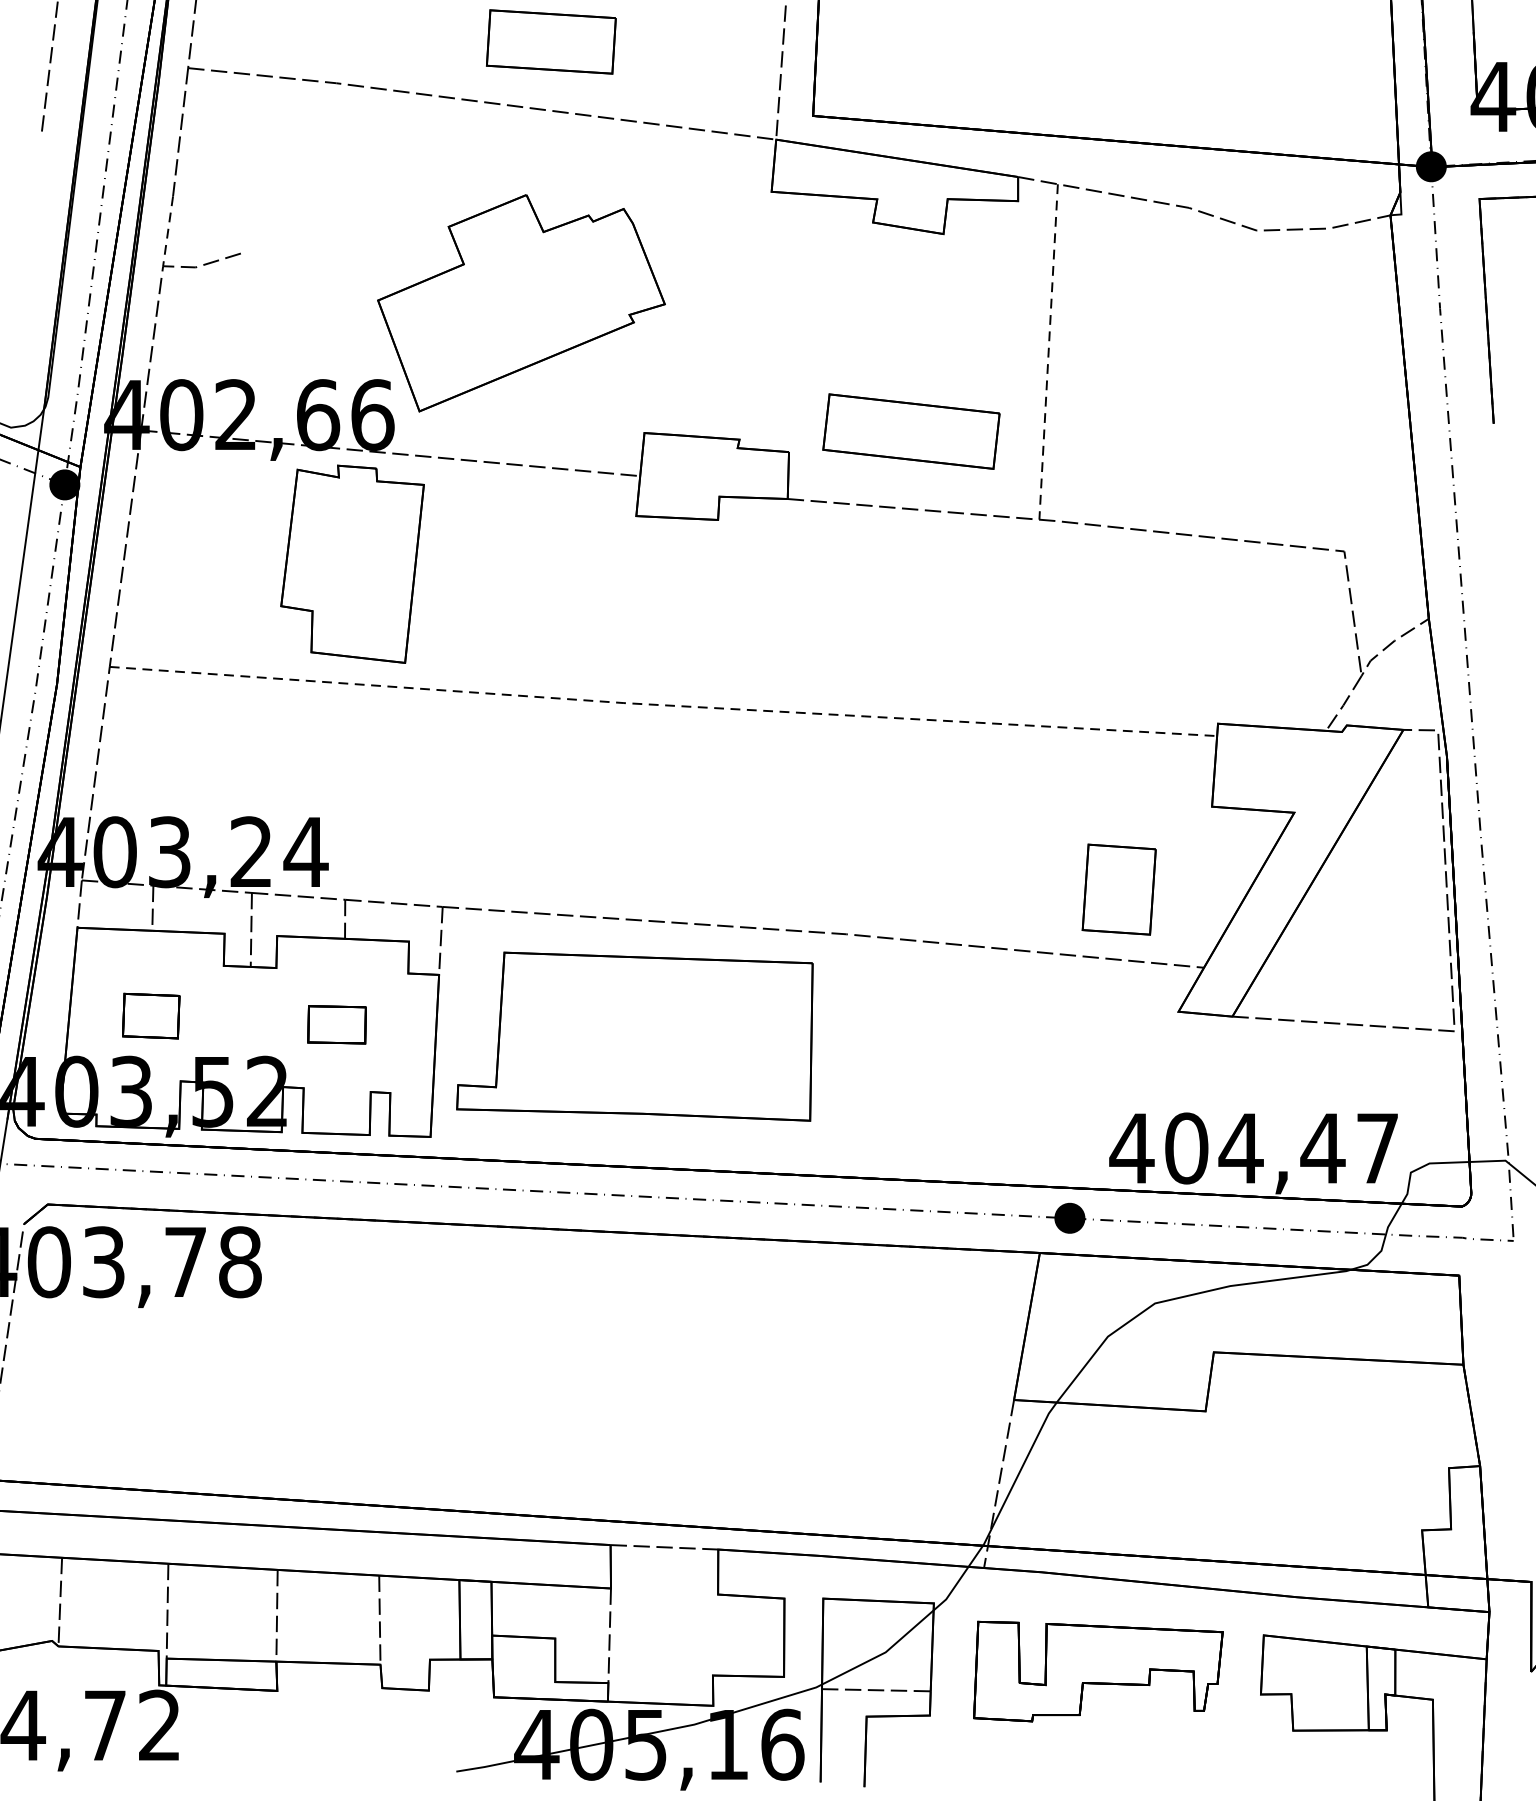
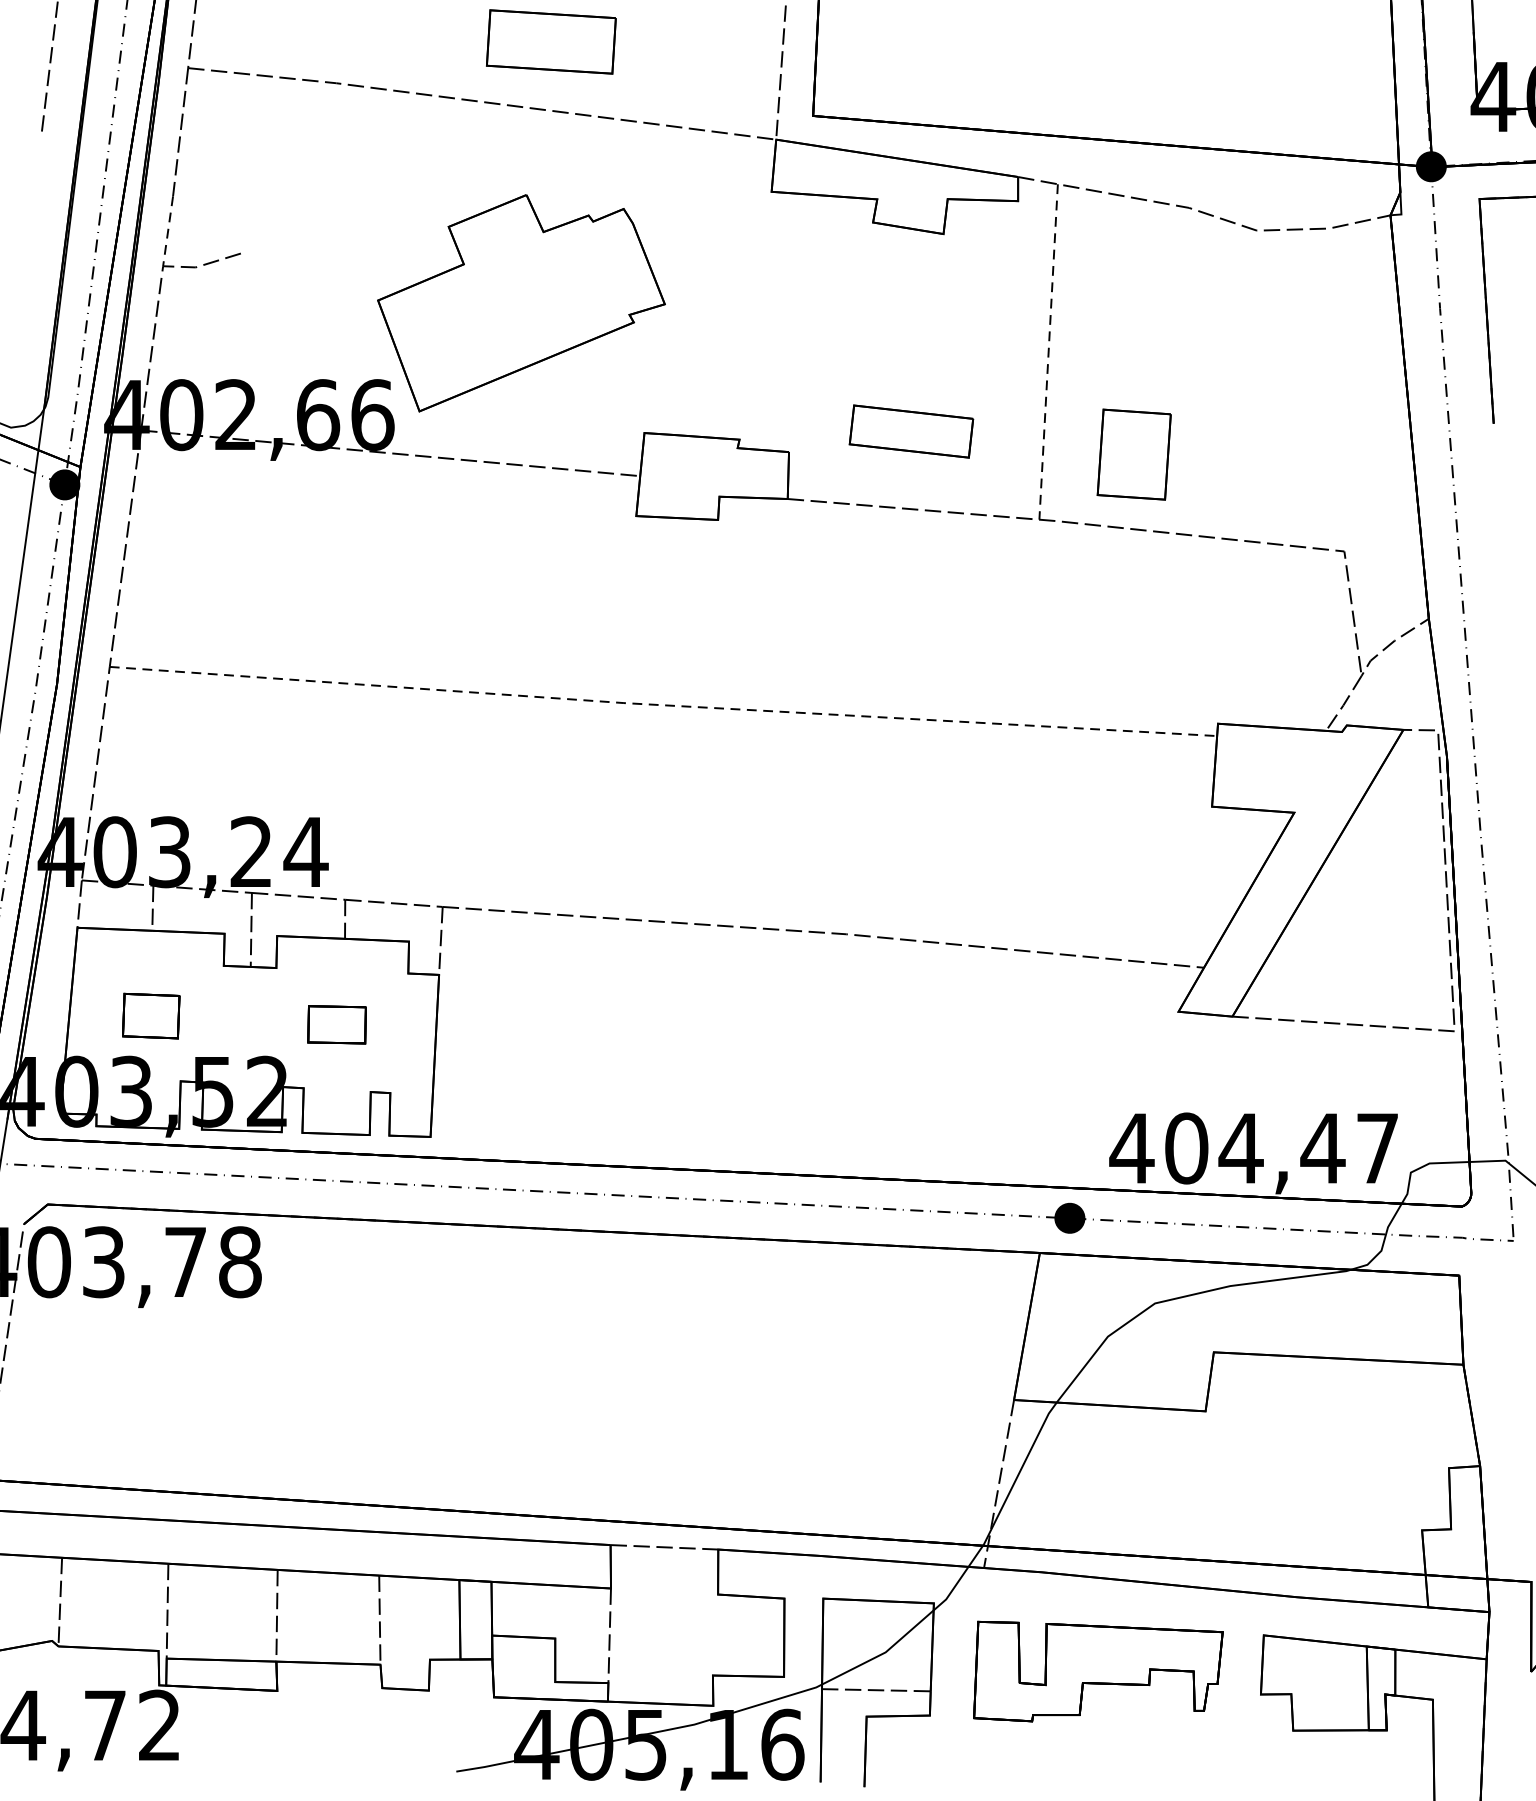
part at (911, 431) size: 179x77 px -> 127x55 px
part at (352, 563): present -> none
part at (1118, 889) position: (1118, 889) -> (1133, 454)
part at (634, 1036): present -> none
